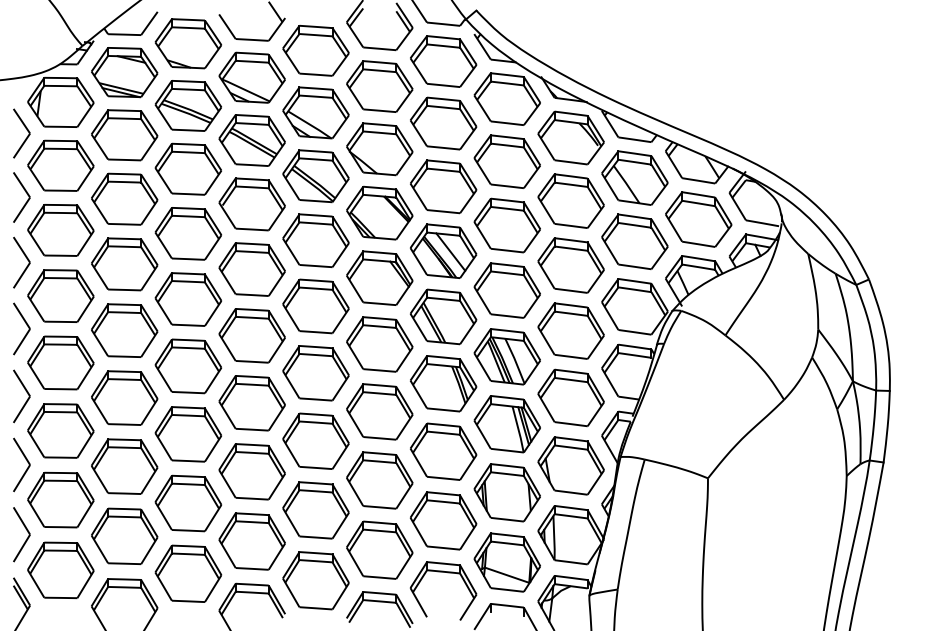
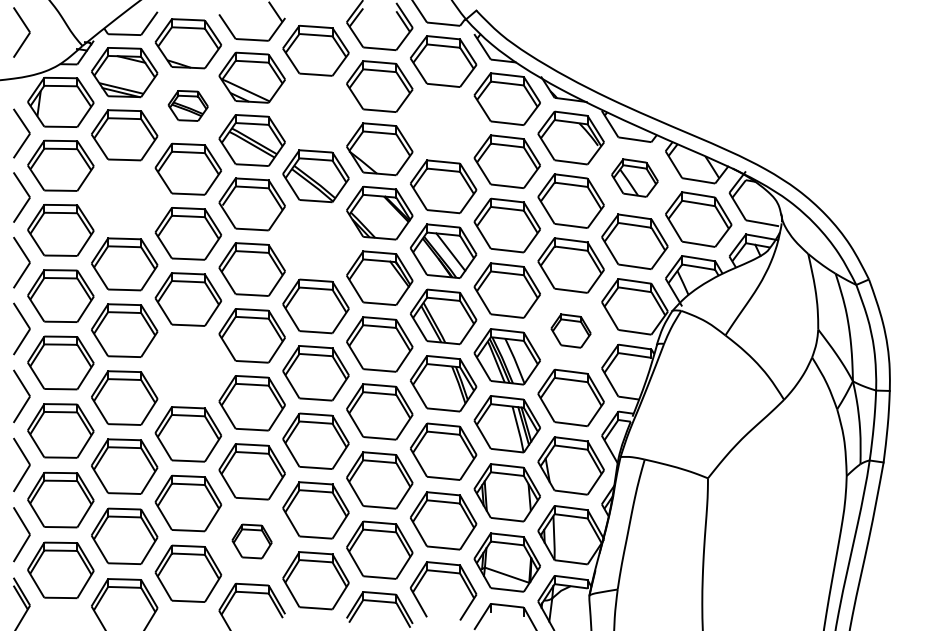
part at (27, 30): none -> present
part at (187, 105) size: 68x52 px -> 42x32 px
part at (315, 112): present -> none
part at (443, 123): present -> none
part at (634, 177) size: 68x56 px -> 48x40 px
part at (124, 198): present -> none
part at (315, 240): present -> none
part at (570, 330) size: 68x58 px -> 42x36 px
part at (187, 366): present -> none
part at (251, 541) size: 68x59 px -> 42x37 px
